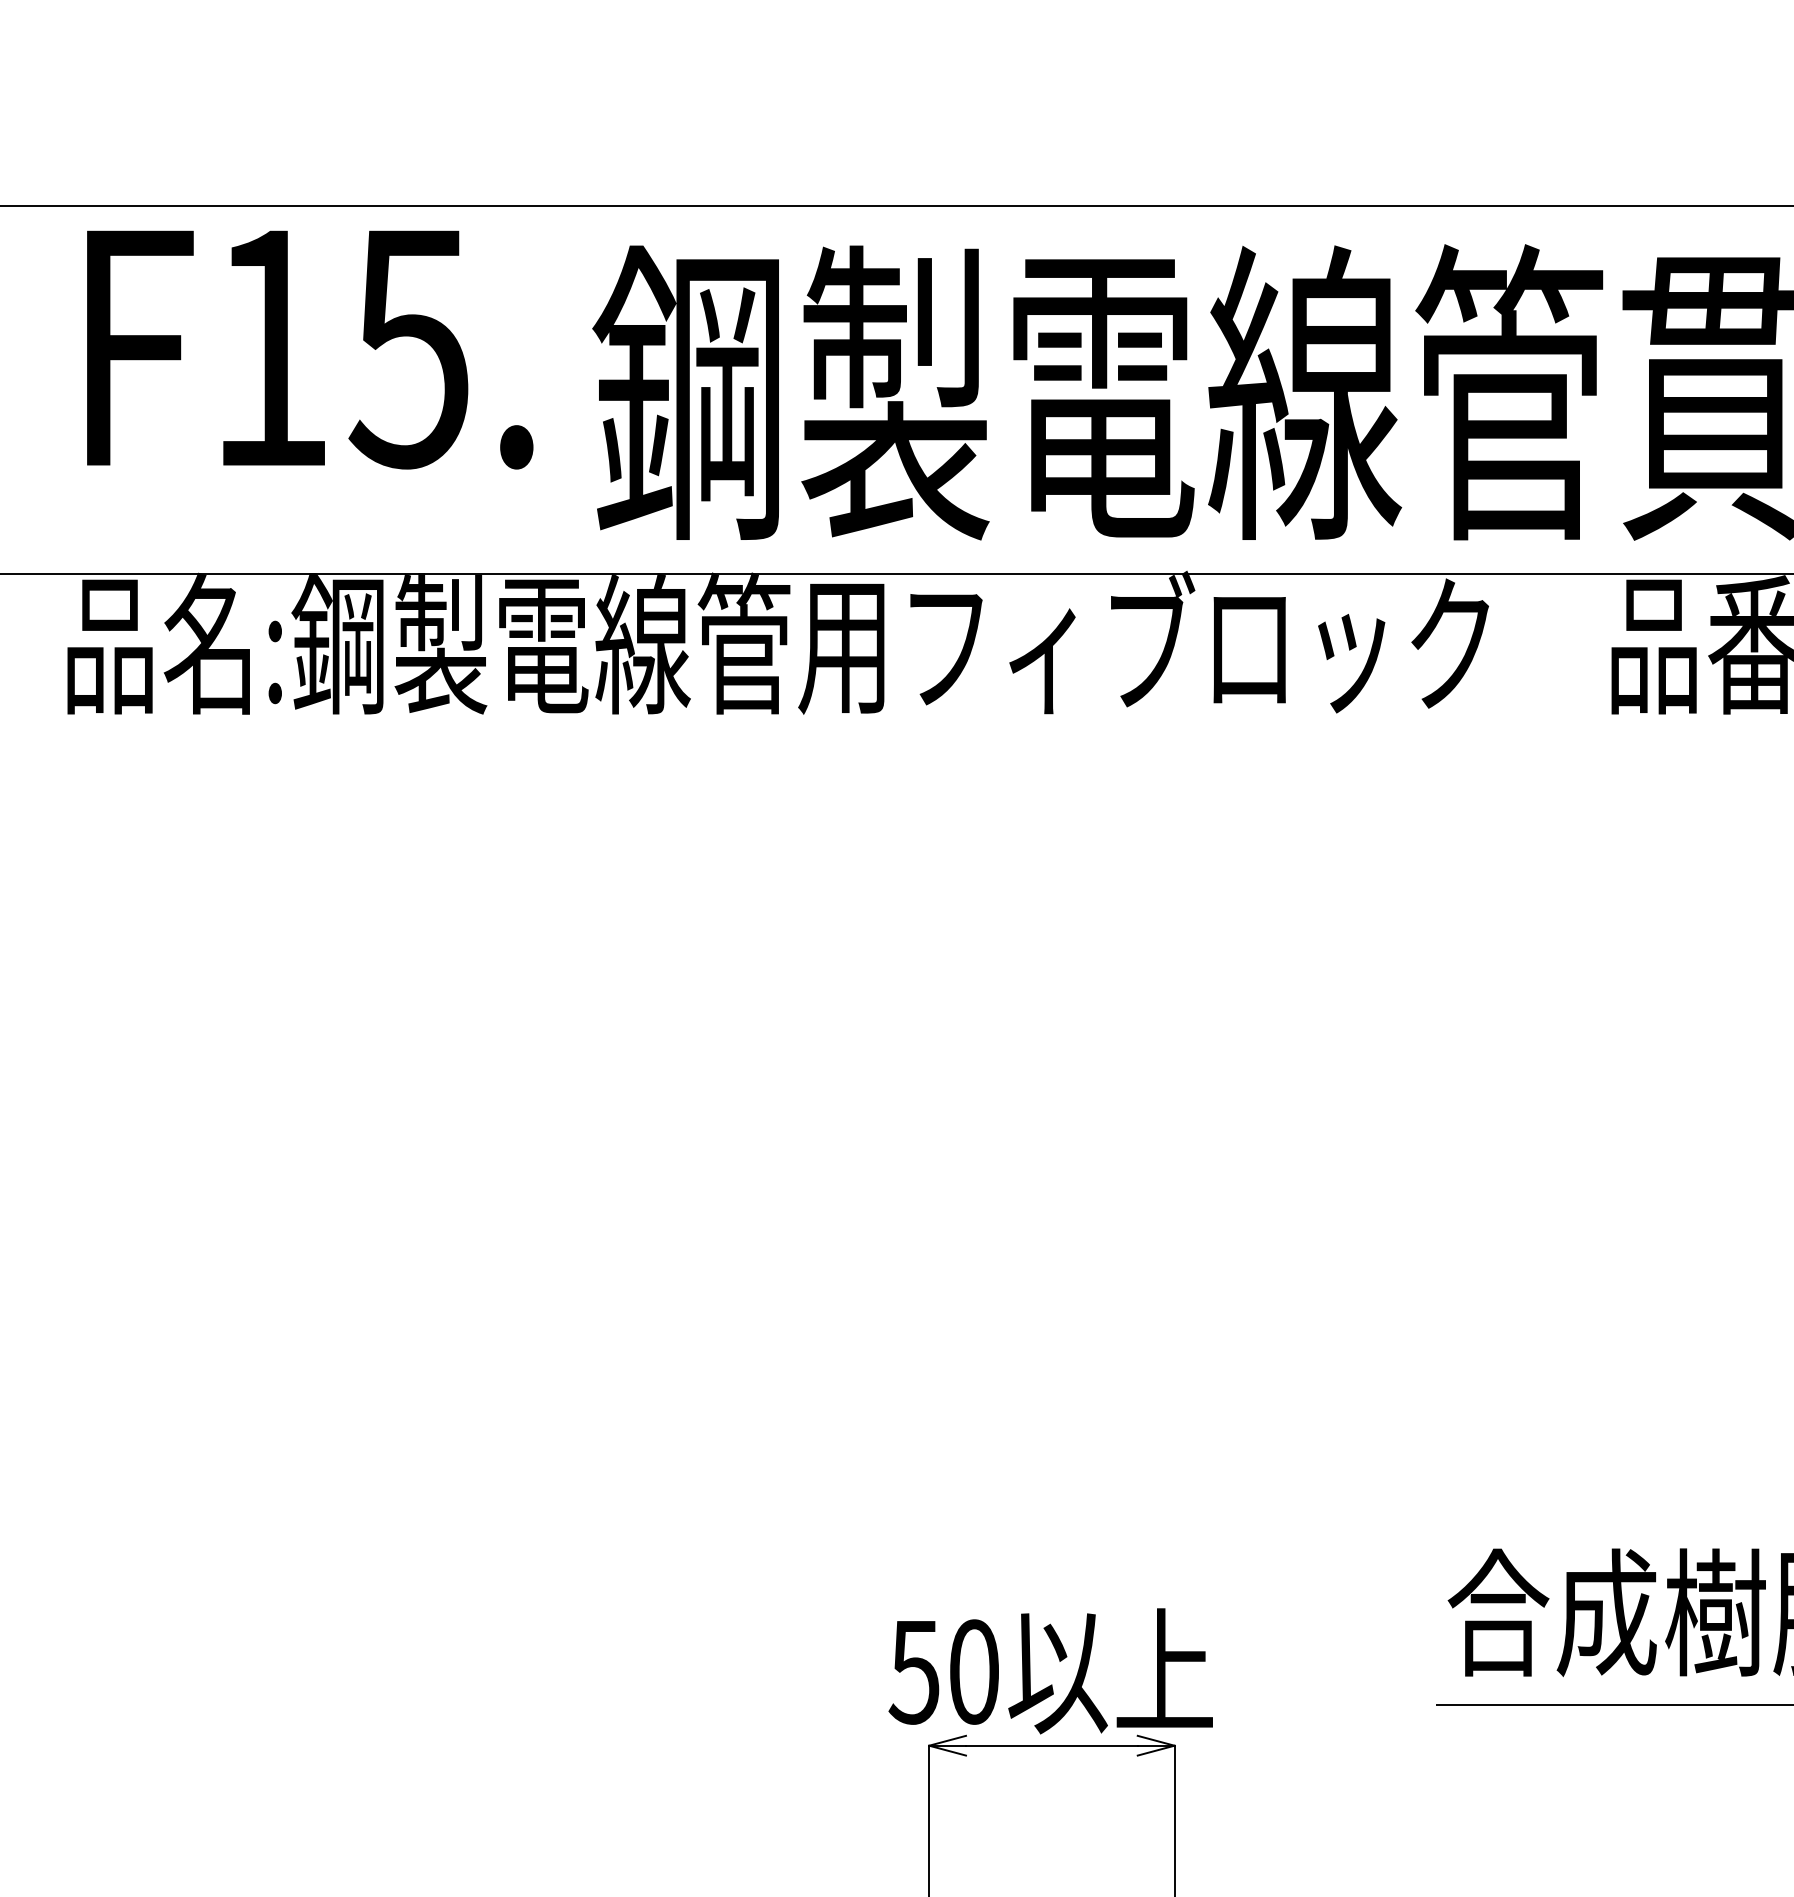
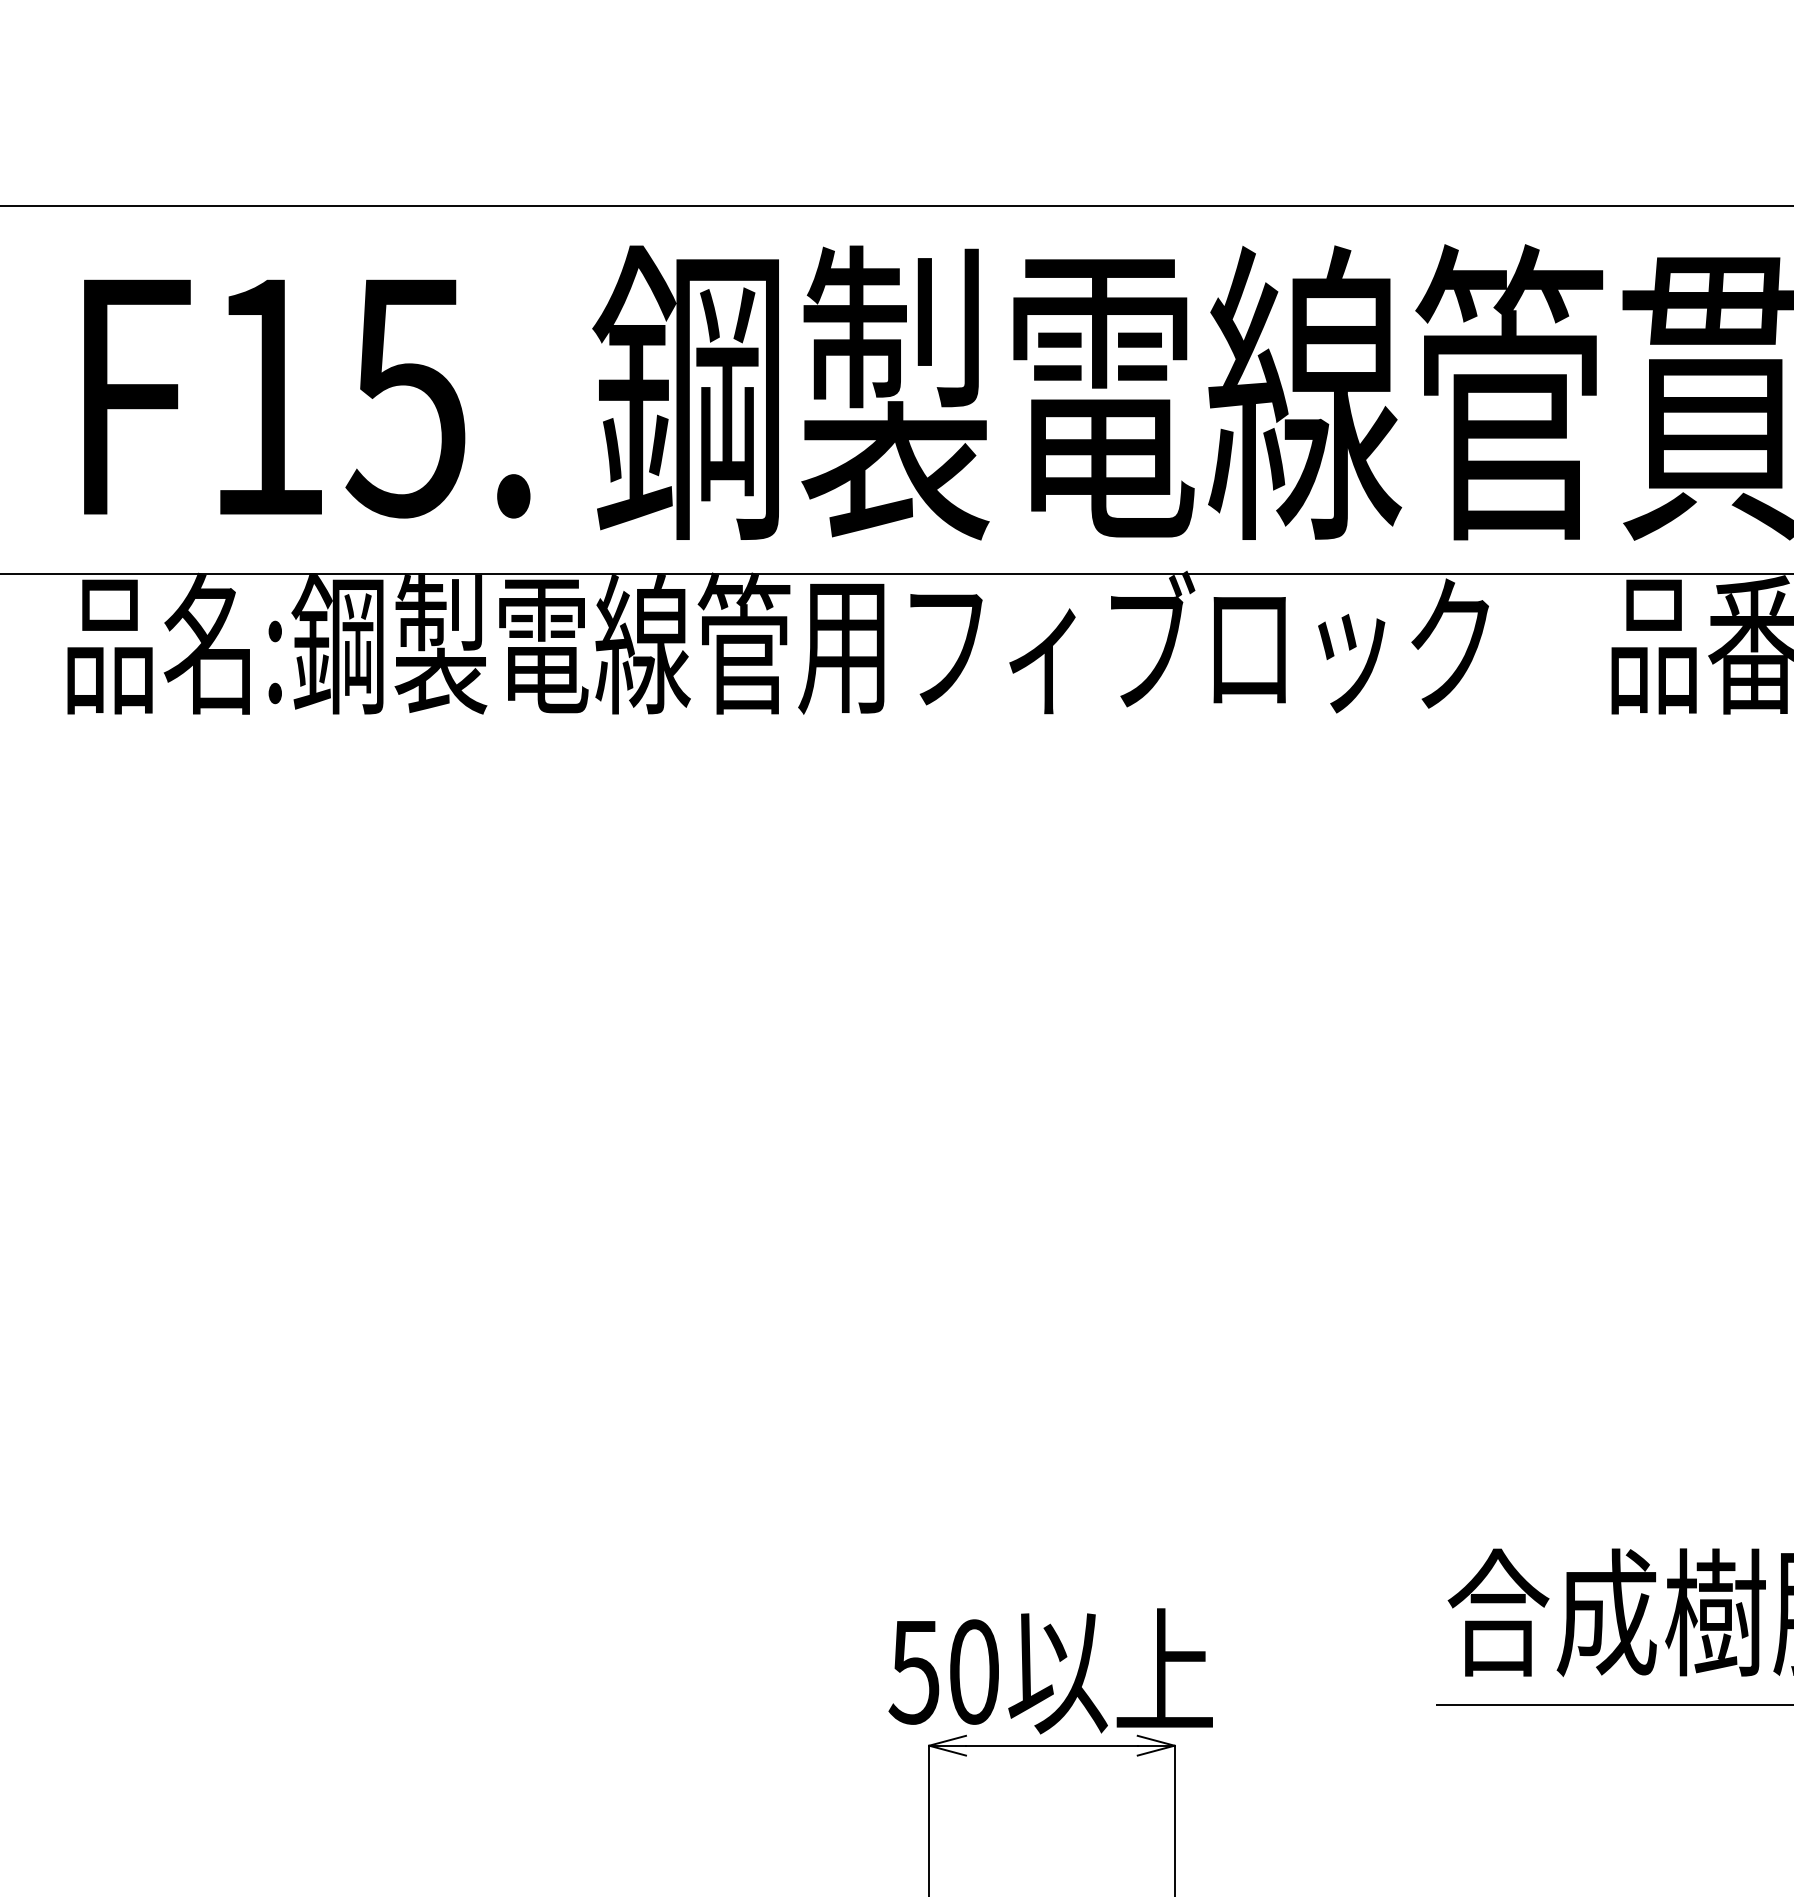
text at (310, 349) position: (310, 349) -> (307, 398)
